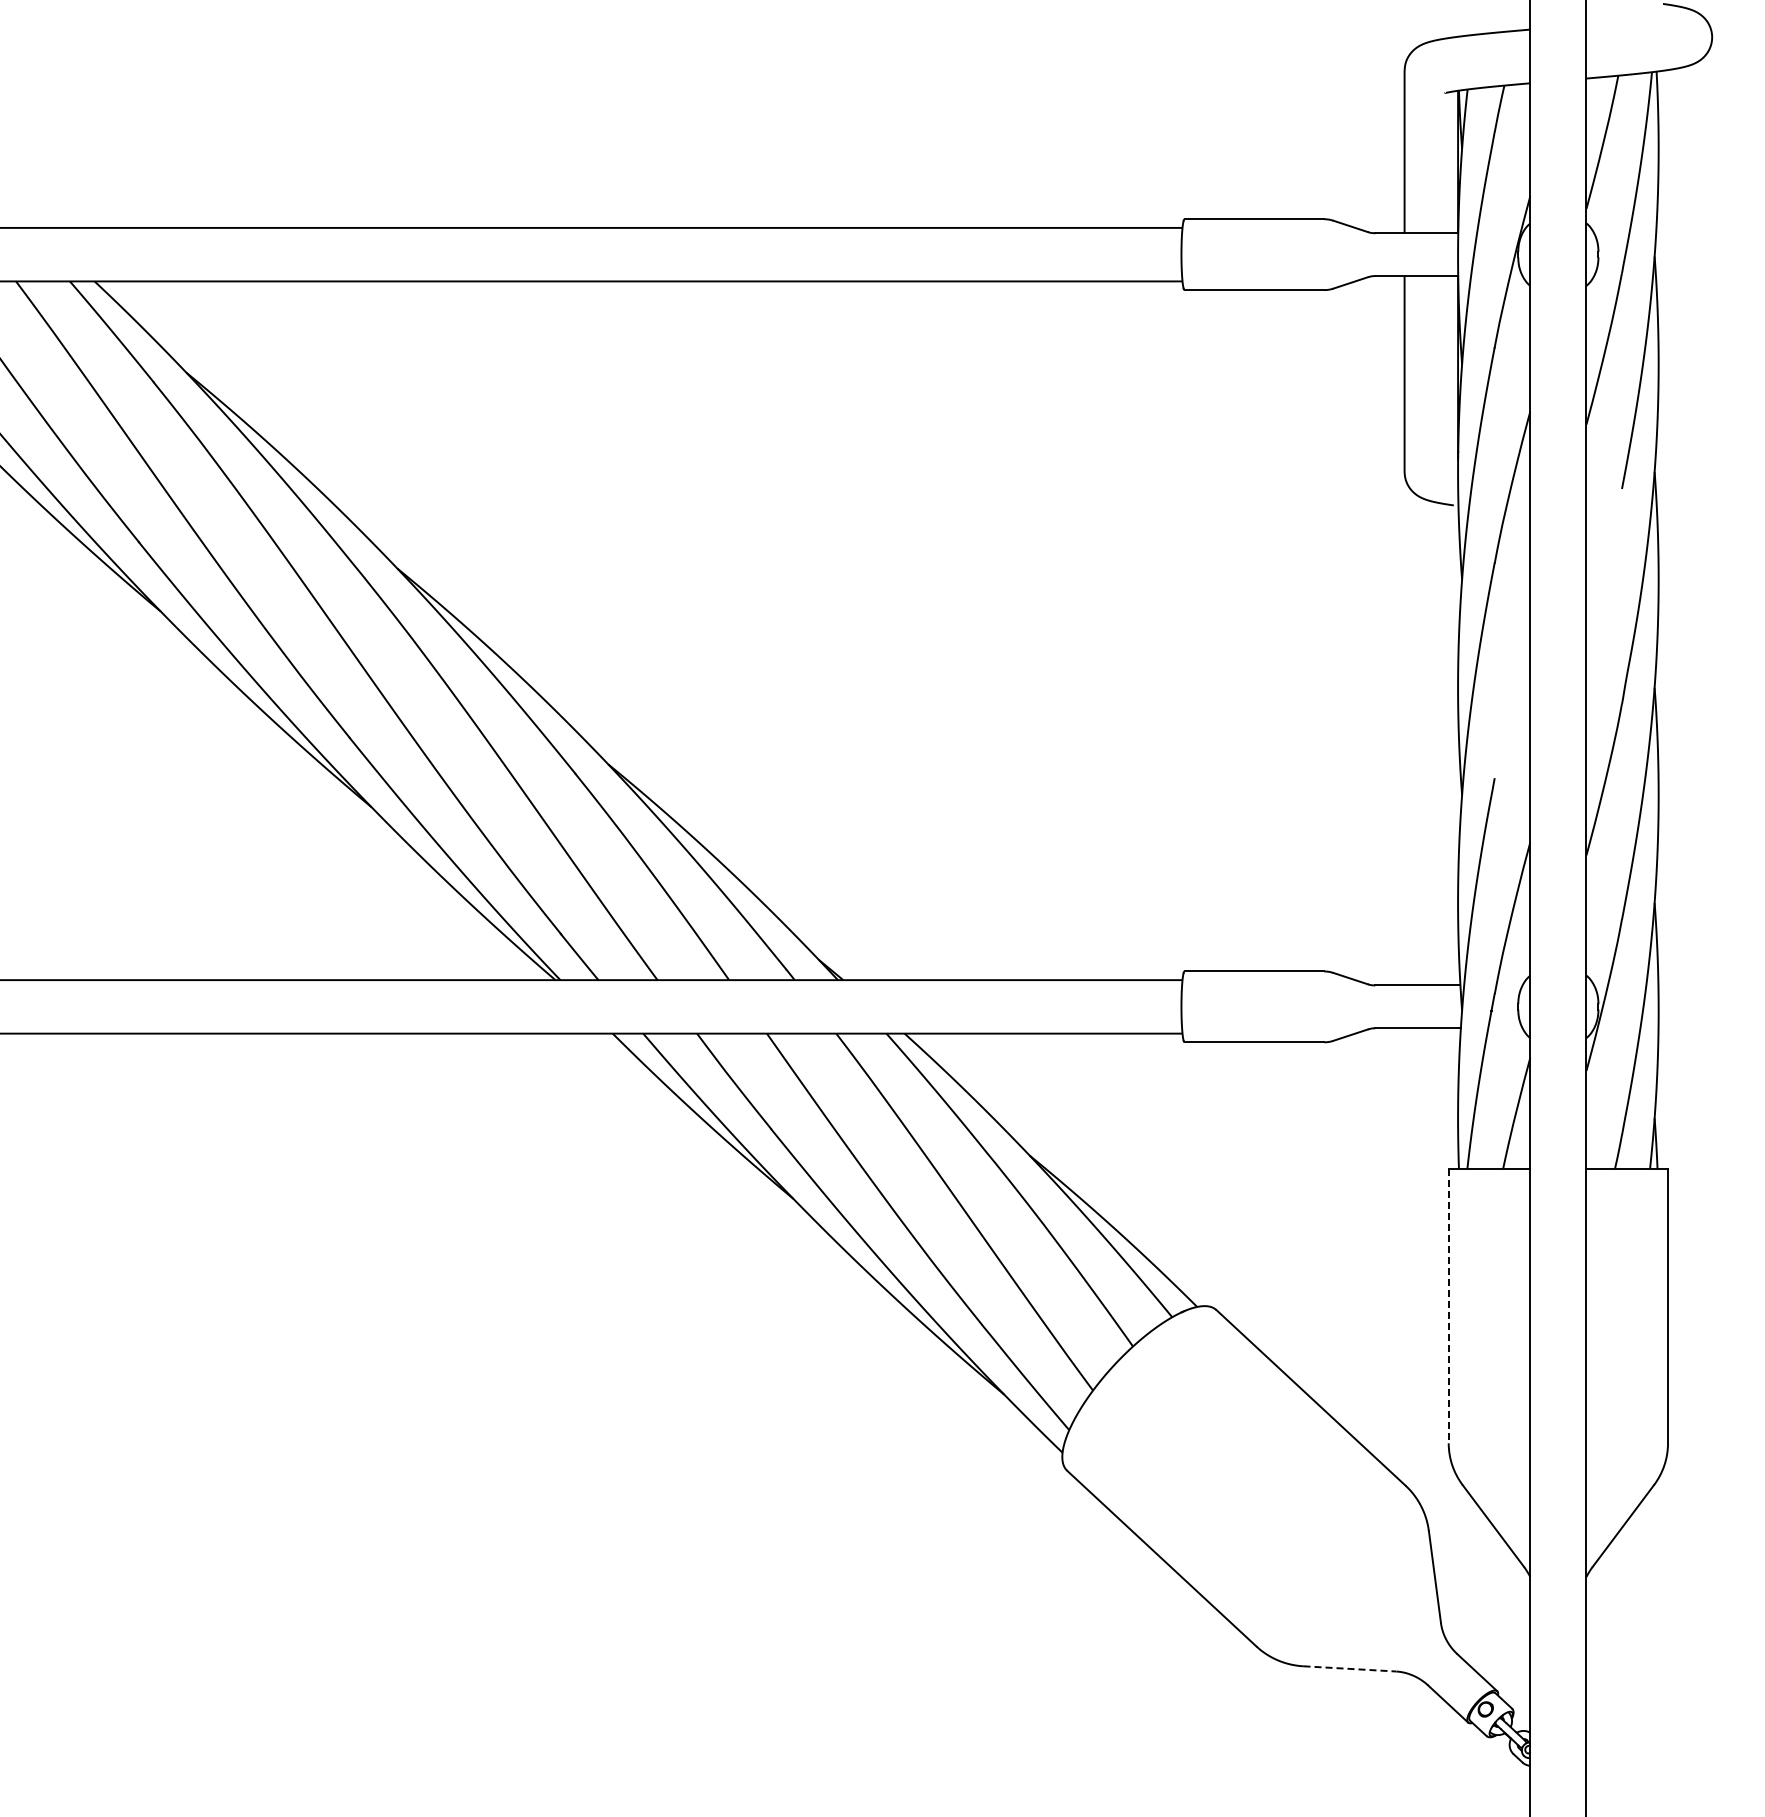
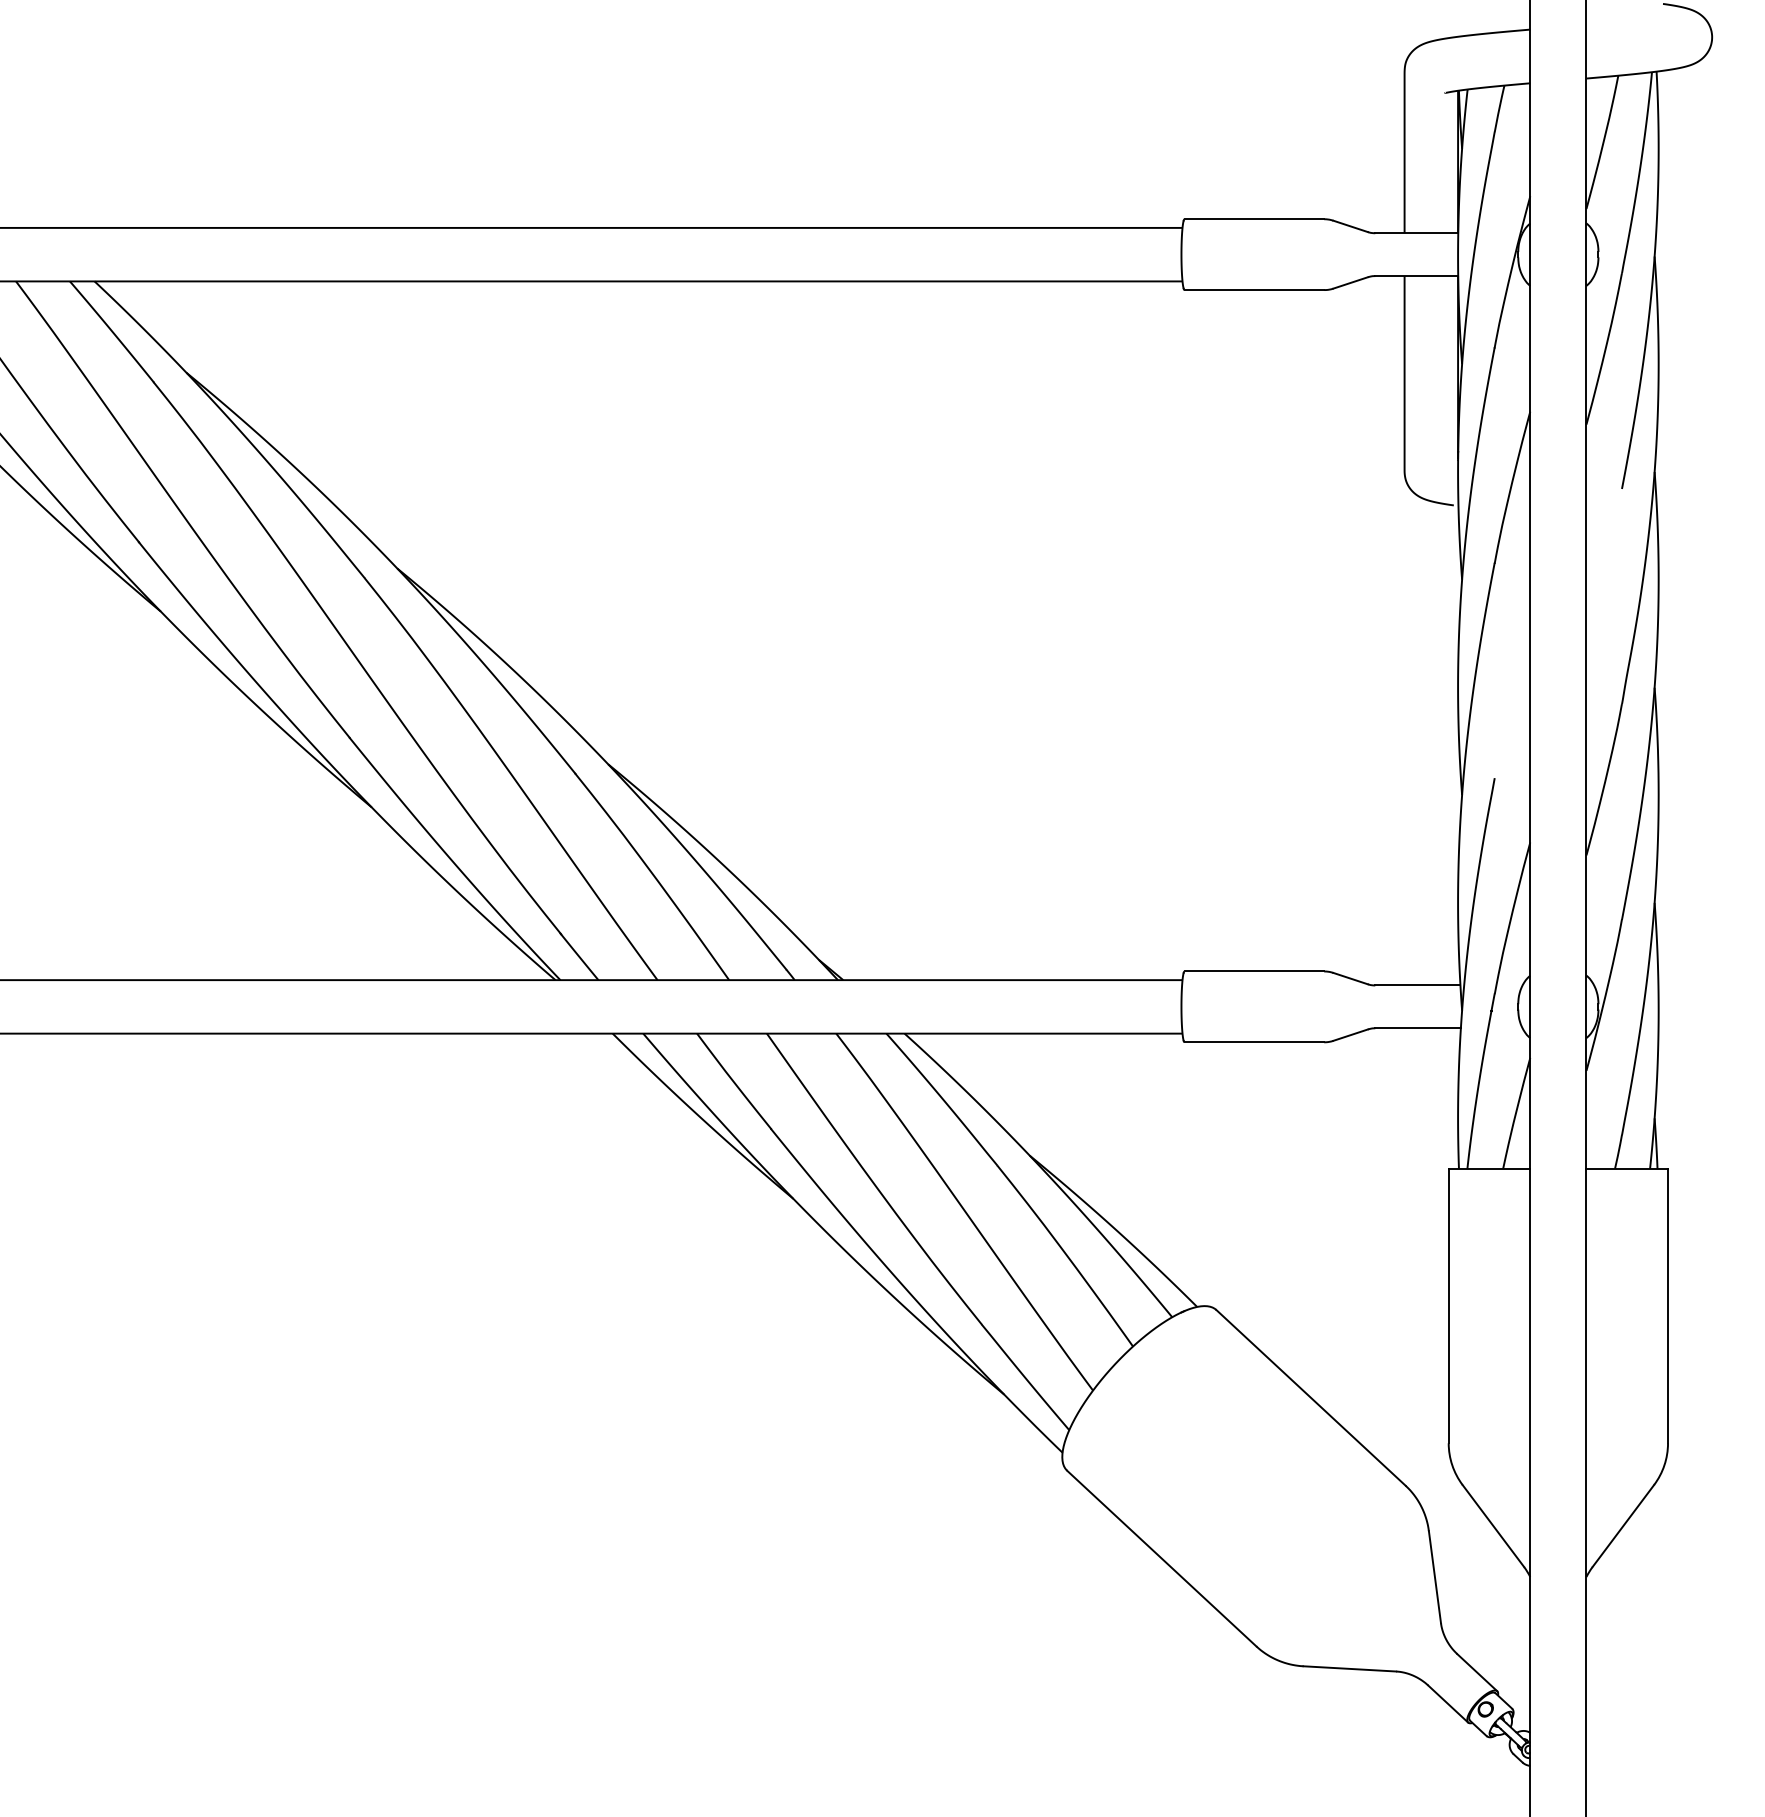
line at (1448, 1306): dashed -> solid
line at (1350, 1668): dashed -> solid
